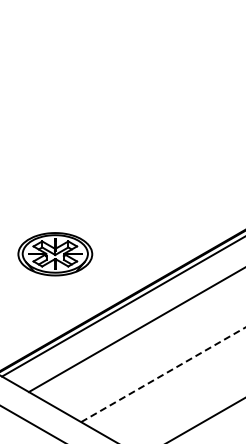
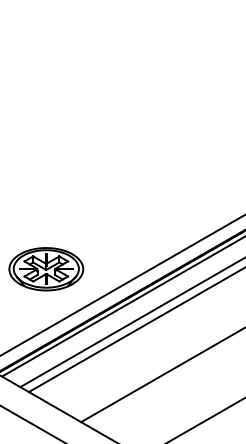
part at (55, 254) position: (55, 254) -> (46, 269)
line at (122, 285): none -> present
line at (131, 323): none -> present
line at (163, 374): dashed -> solid
